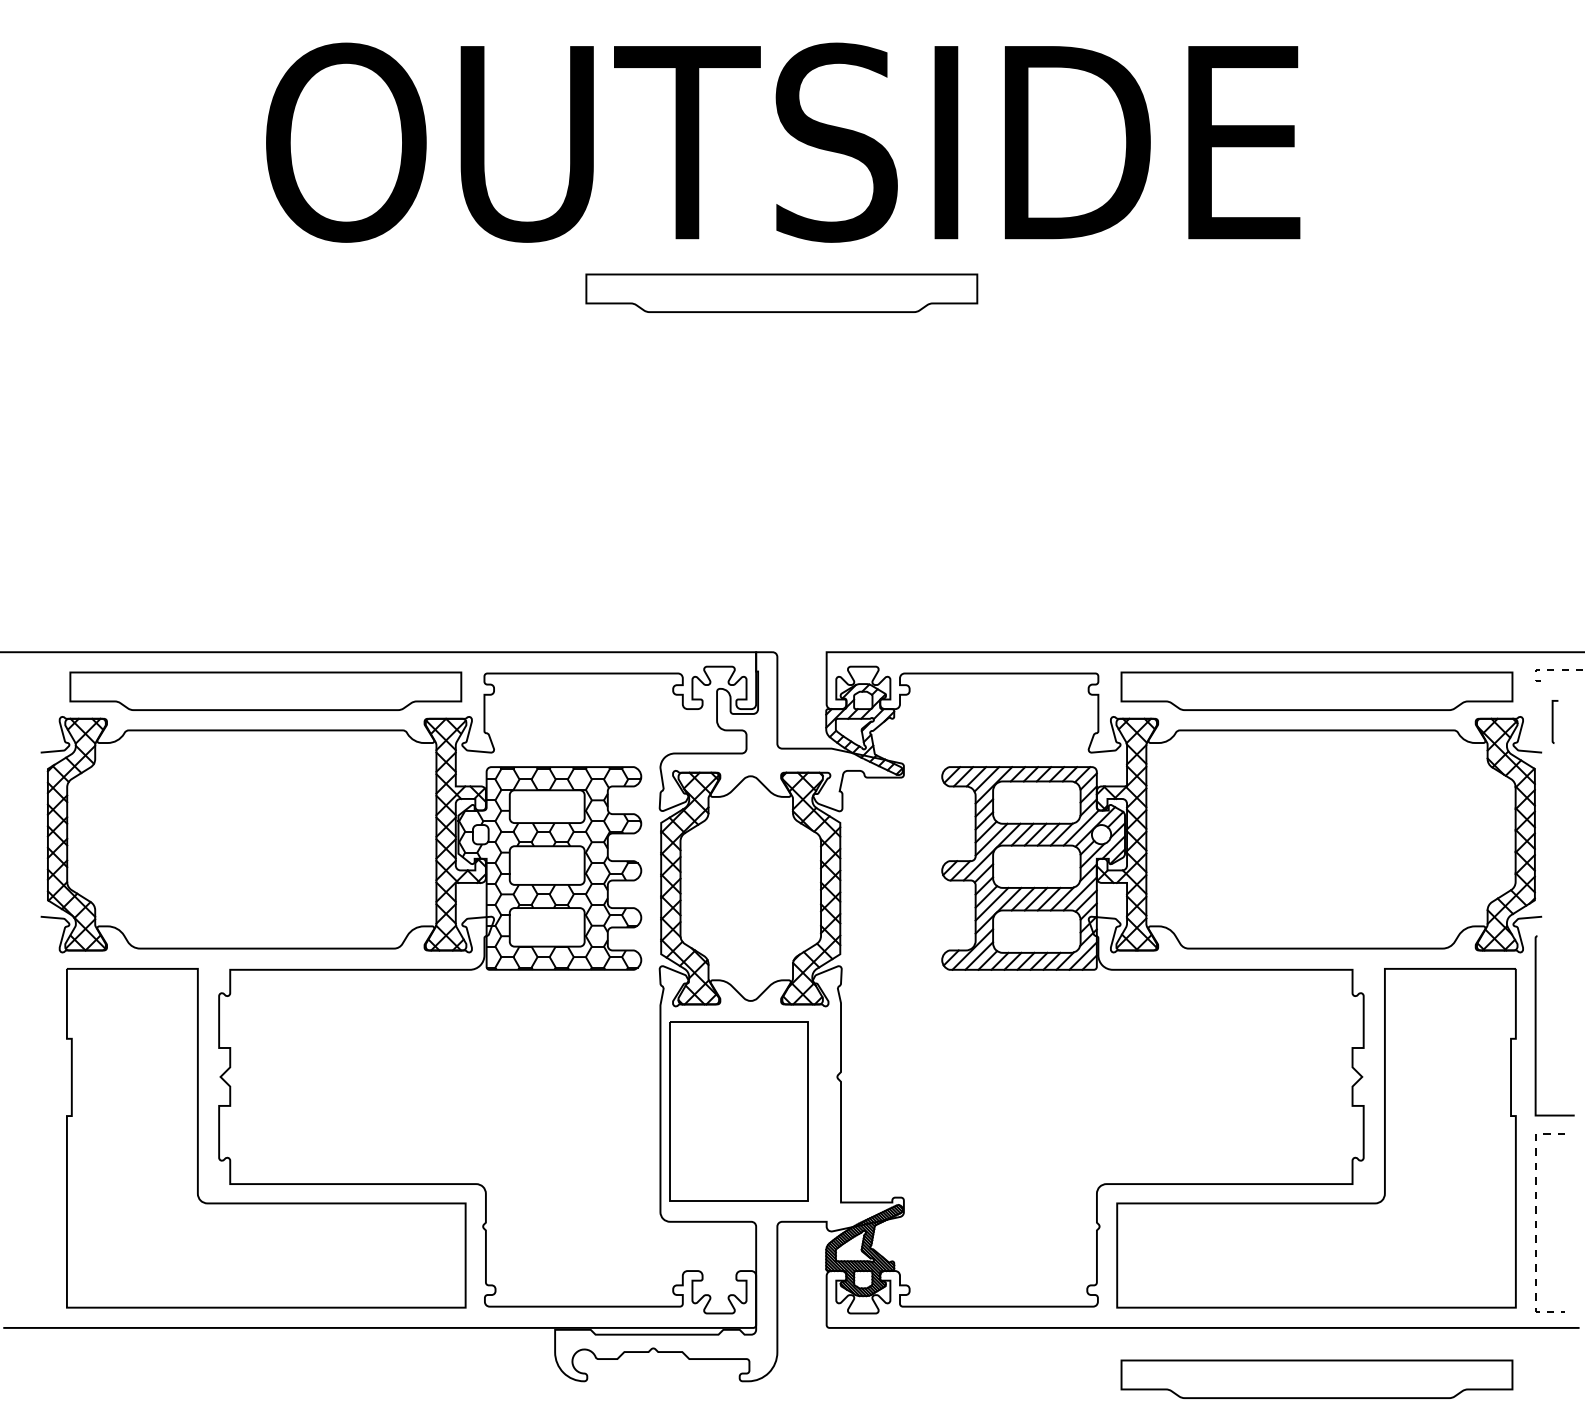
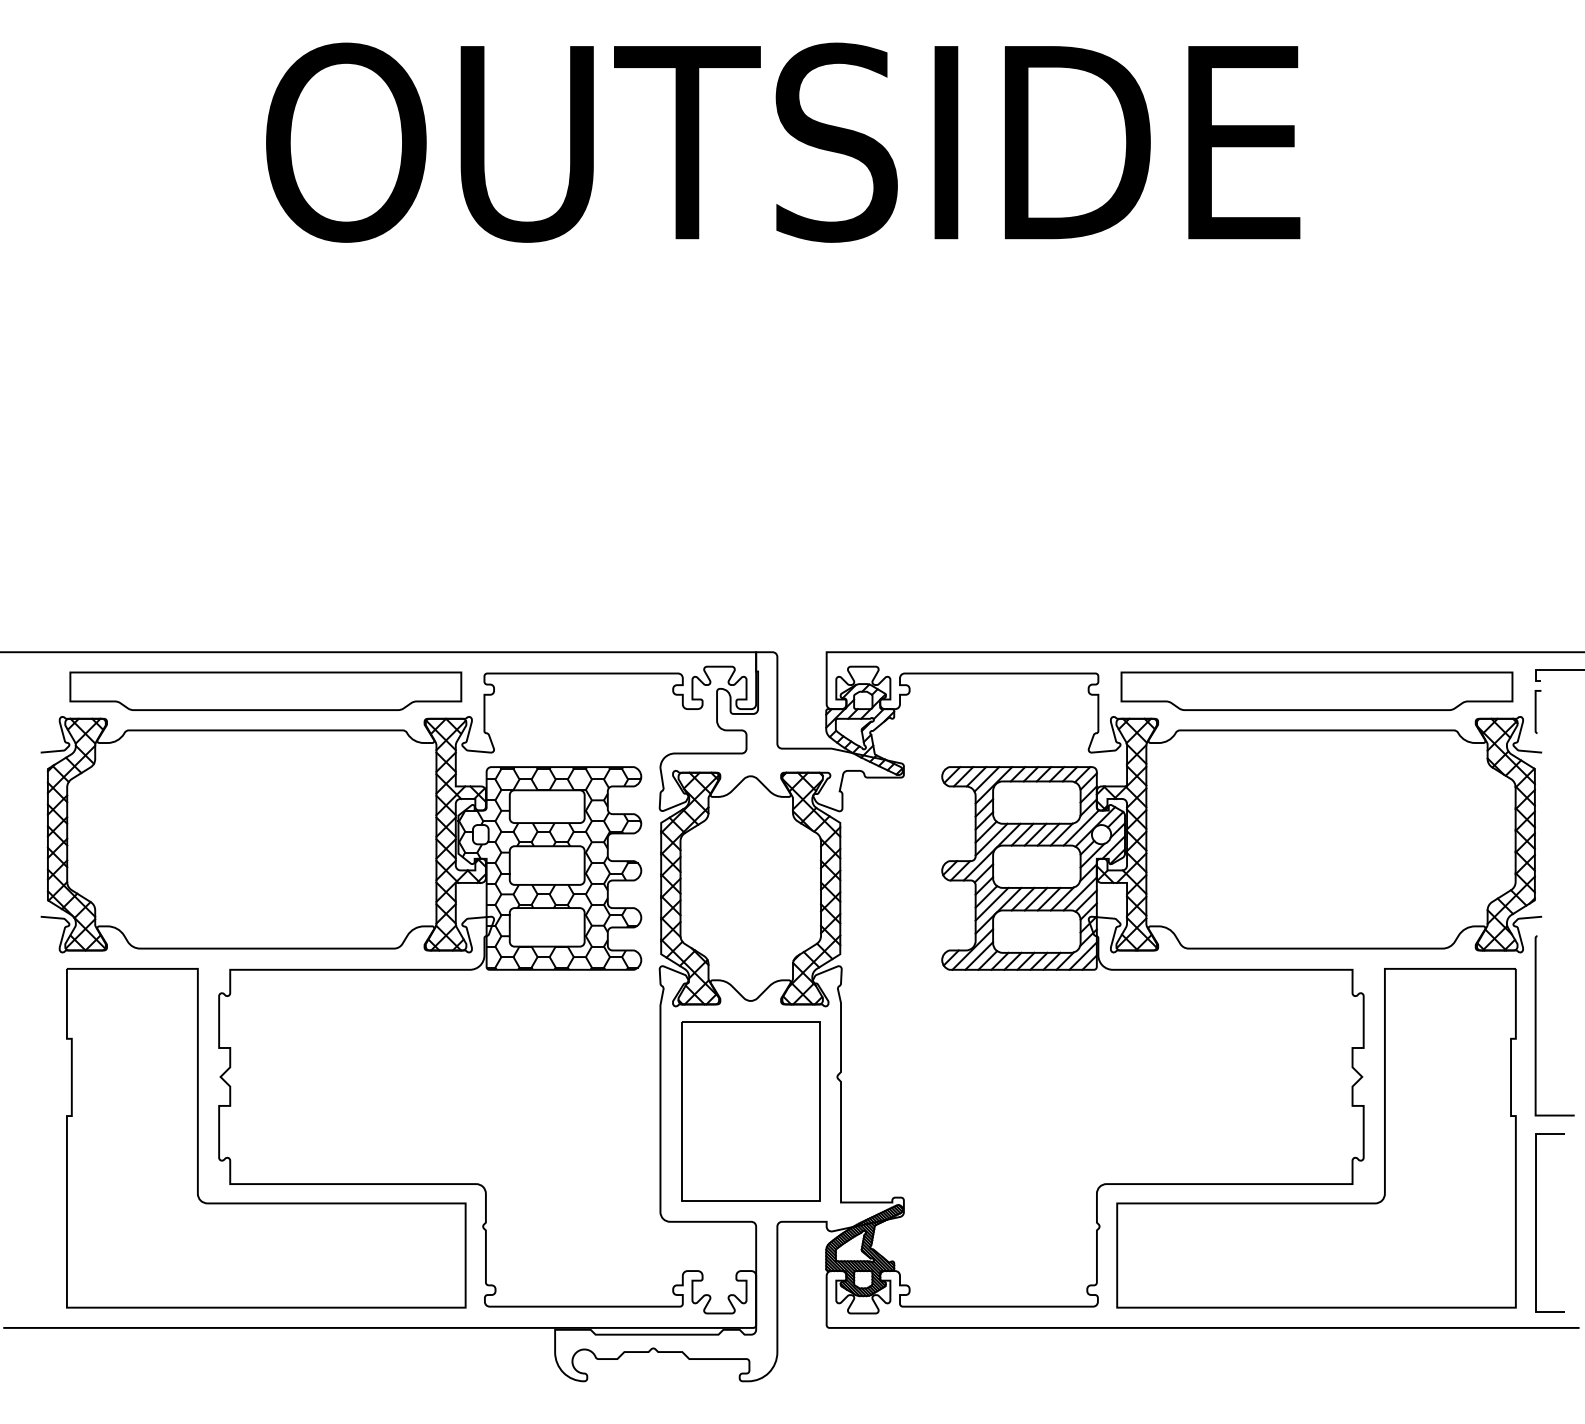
part at (781, 292): present -> none
line at (1550, 669): dashed -> solid
curve at (1553, 721) position: (1553, 721) -> (1536, 711)
part at (738, 1111) position: (738, 1111) -> (750, 1111)
line at (1536, 1222): dashed -> solid
part at (1316, 1378): present -> none
